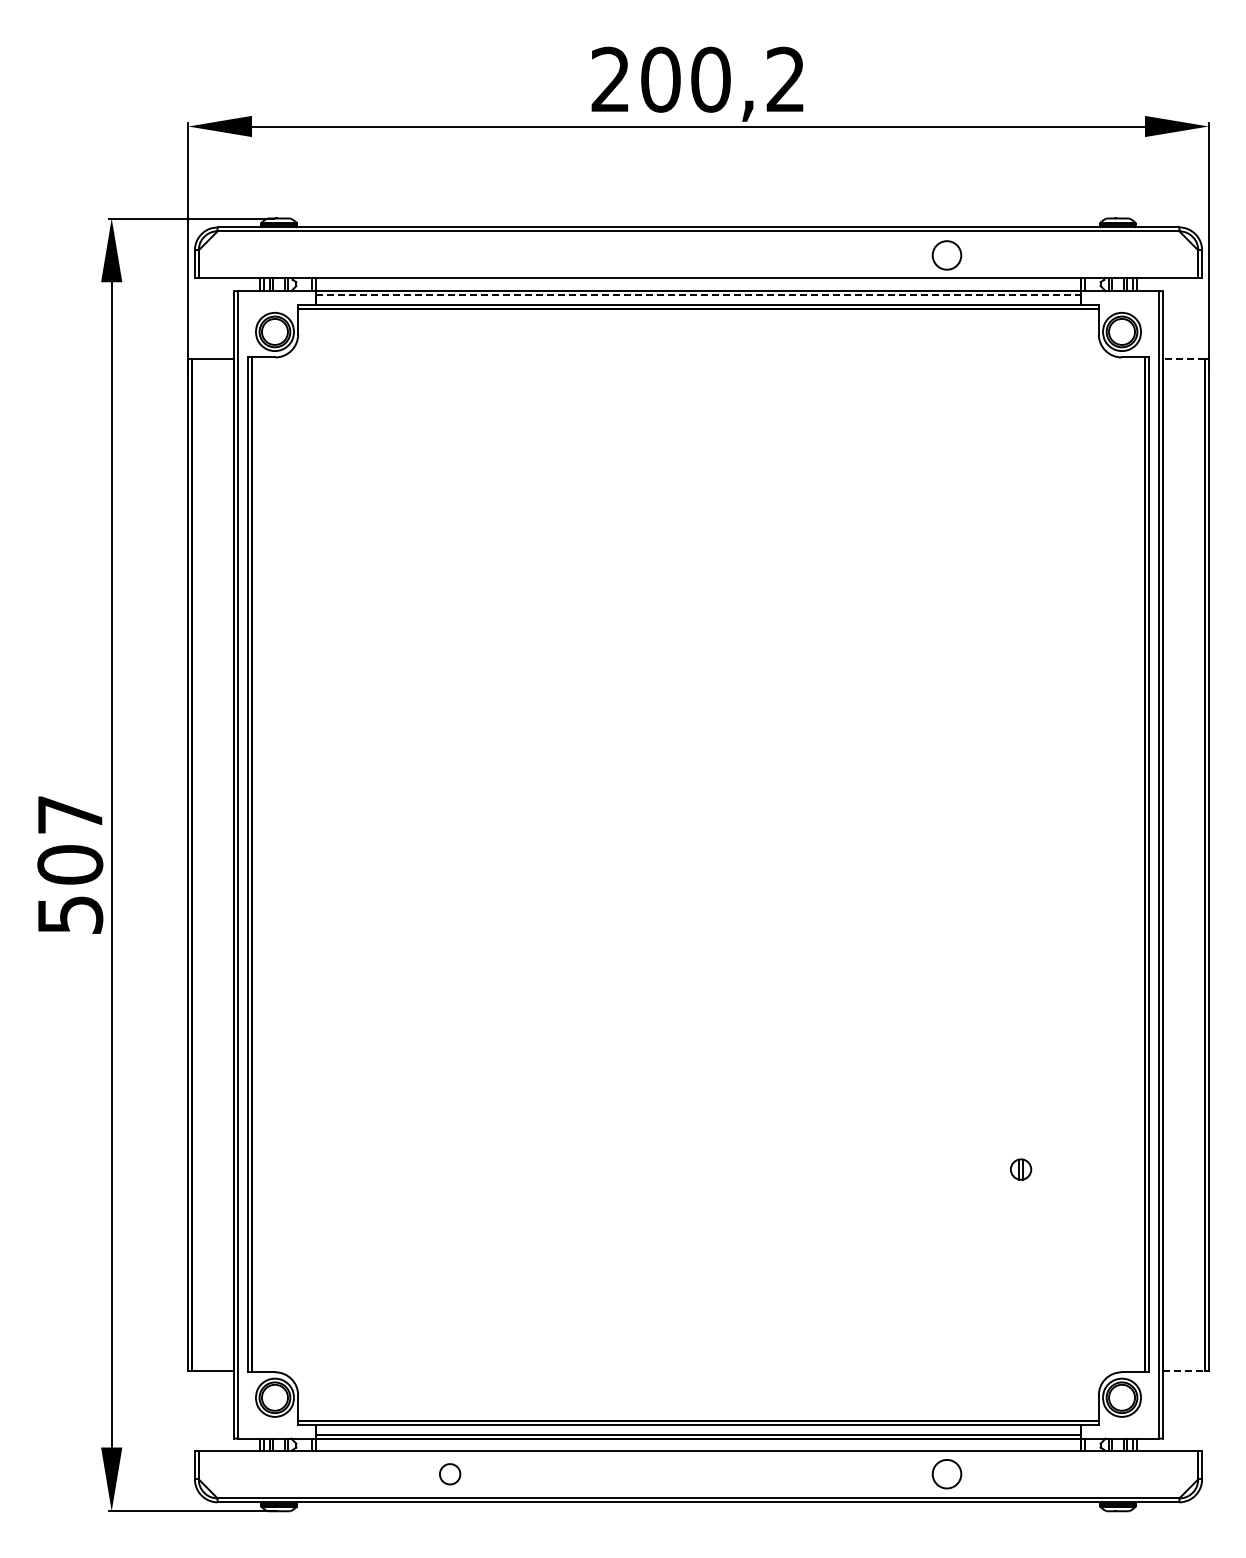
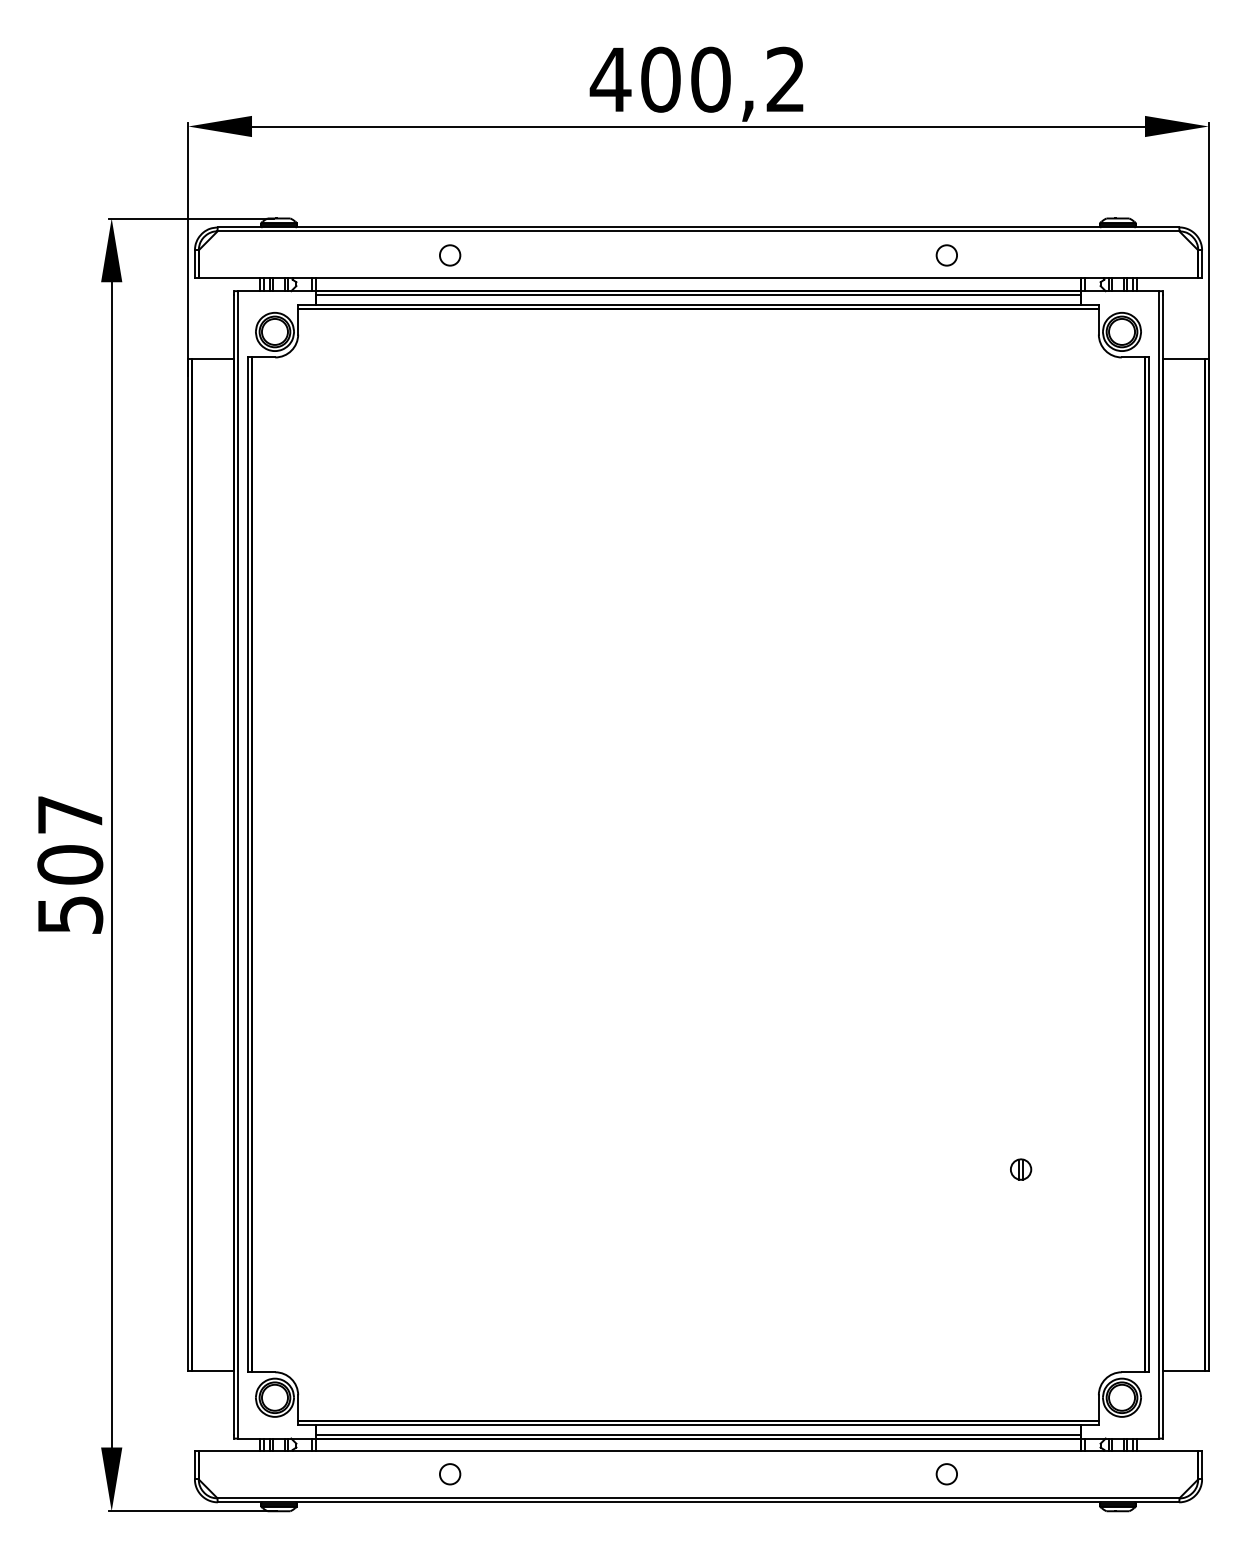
text at (610, 78): 200,2 -> 400,2
circle at (450, 255): none -> present
circle at (946, 255) size: 32x31 px -> 23x23 px
line at (698, 295): dashed -> solid
line at (1183, 358): dashed -> solid
line at (1183, 1371): dashed -> solid
circle at (946, 1474) size: 32x31 px -> 23x23 px
